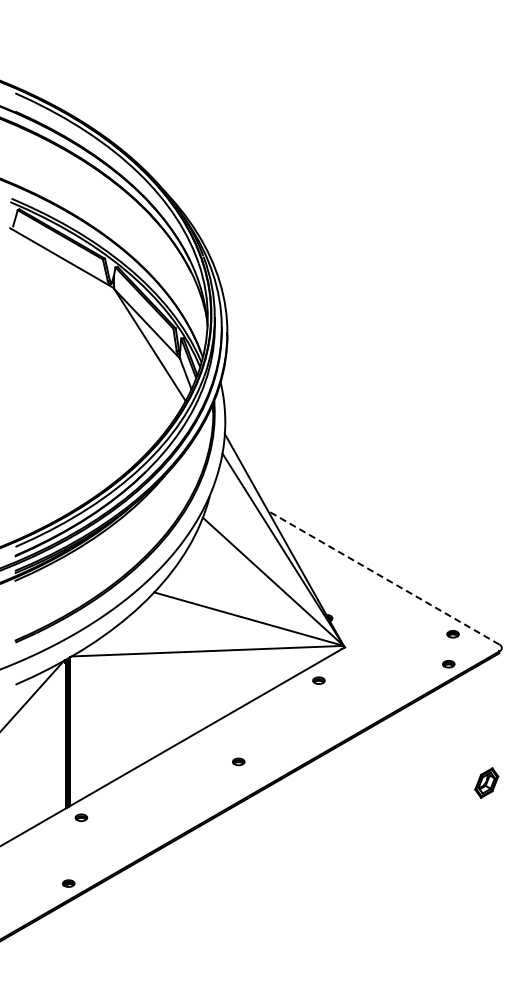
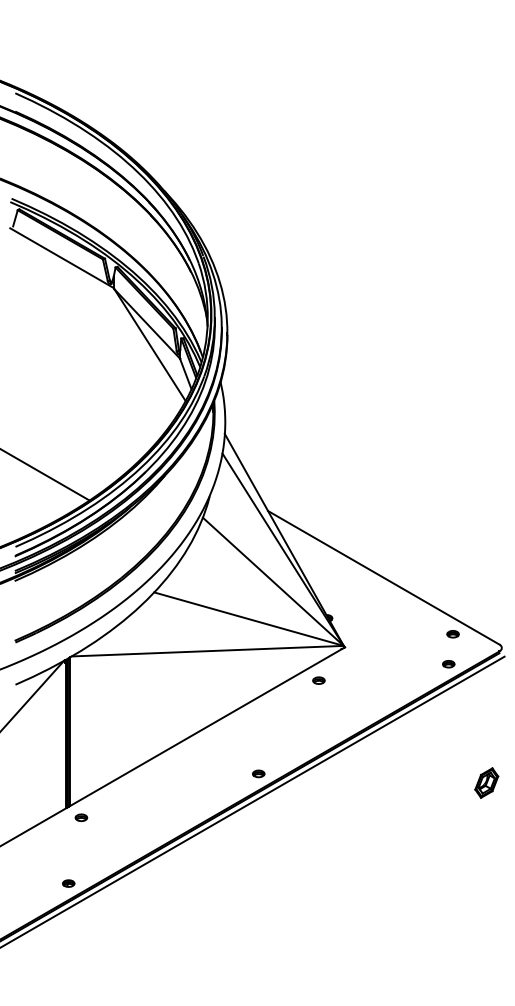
line at (45, 475): none -> present
line at (383, 577): dashed -> solid
part at (238, 761) position: (238, 761) -> (258, 773)
line at (253, 801): none -> present
